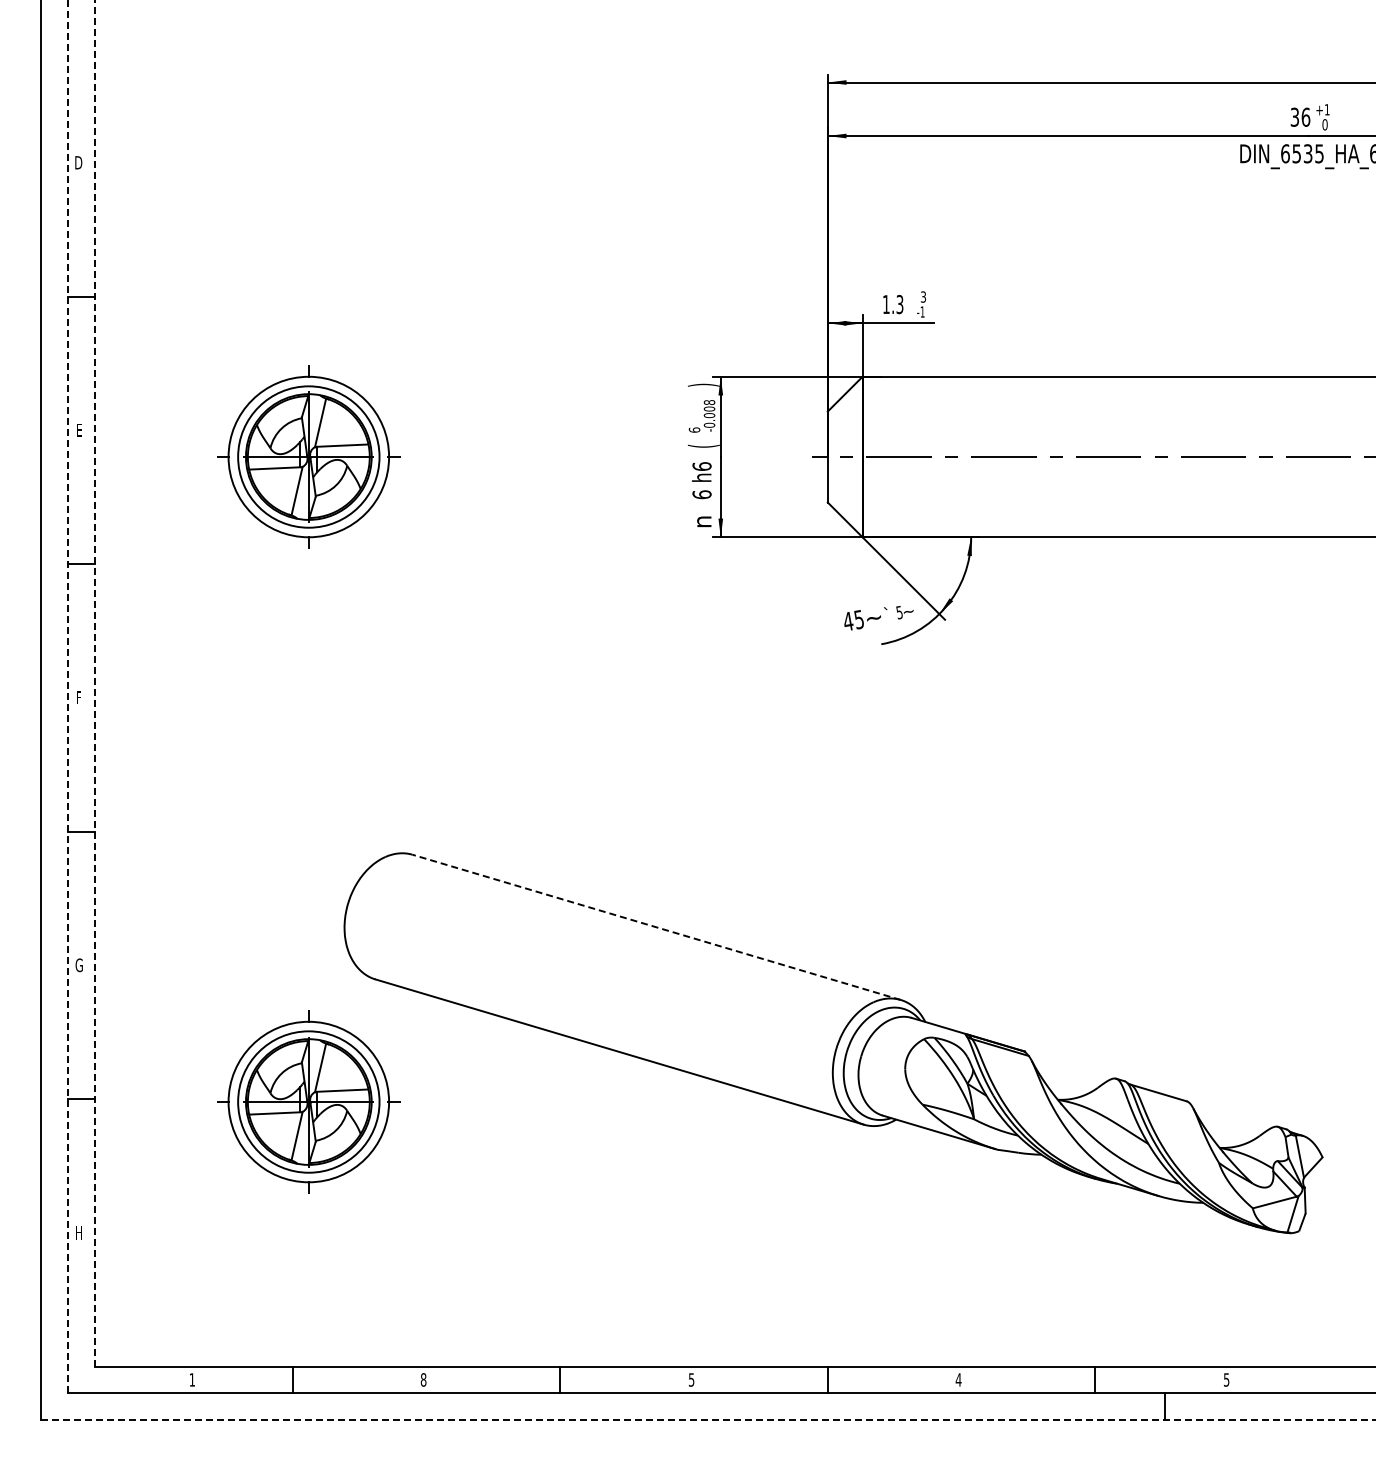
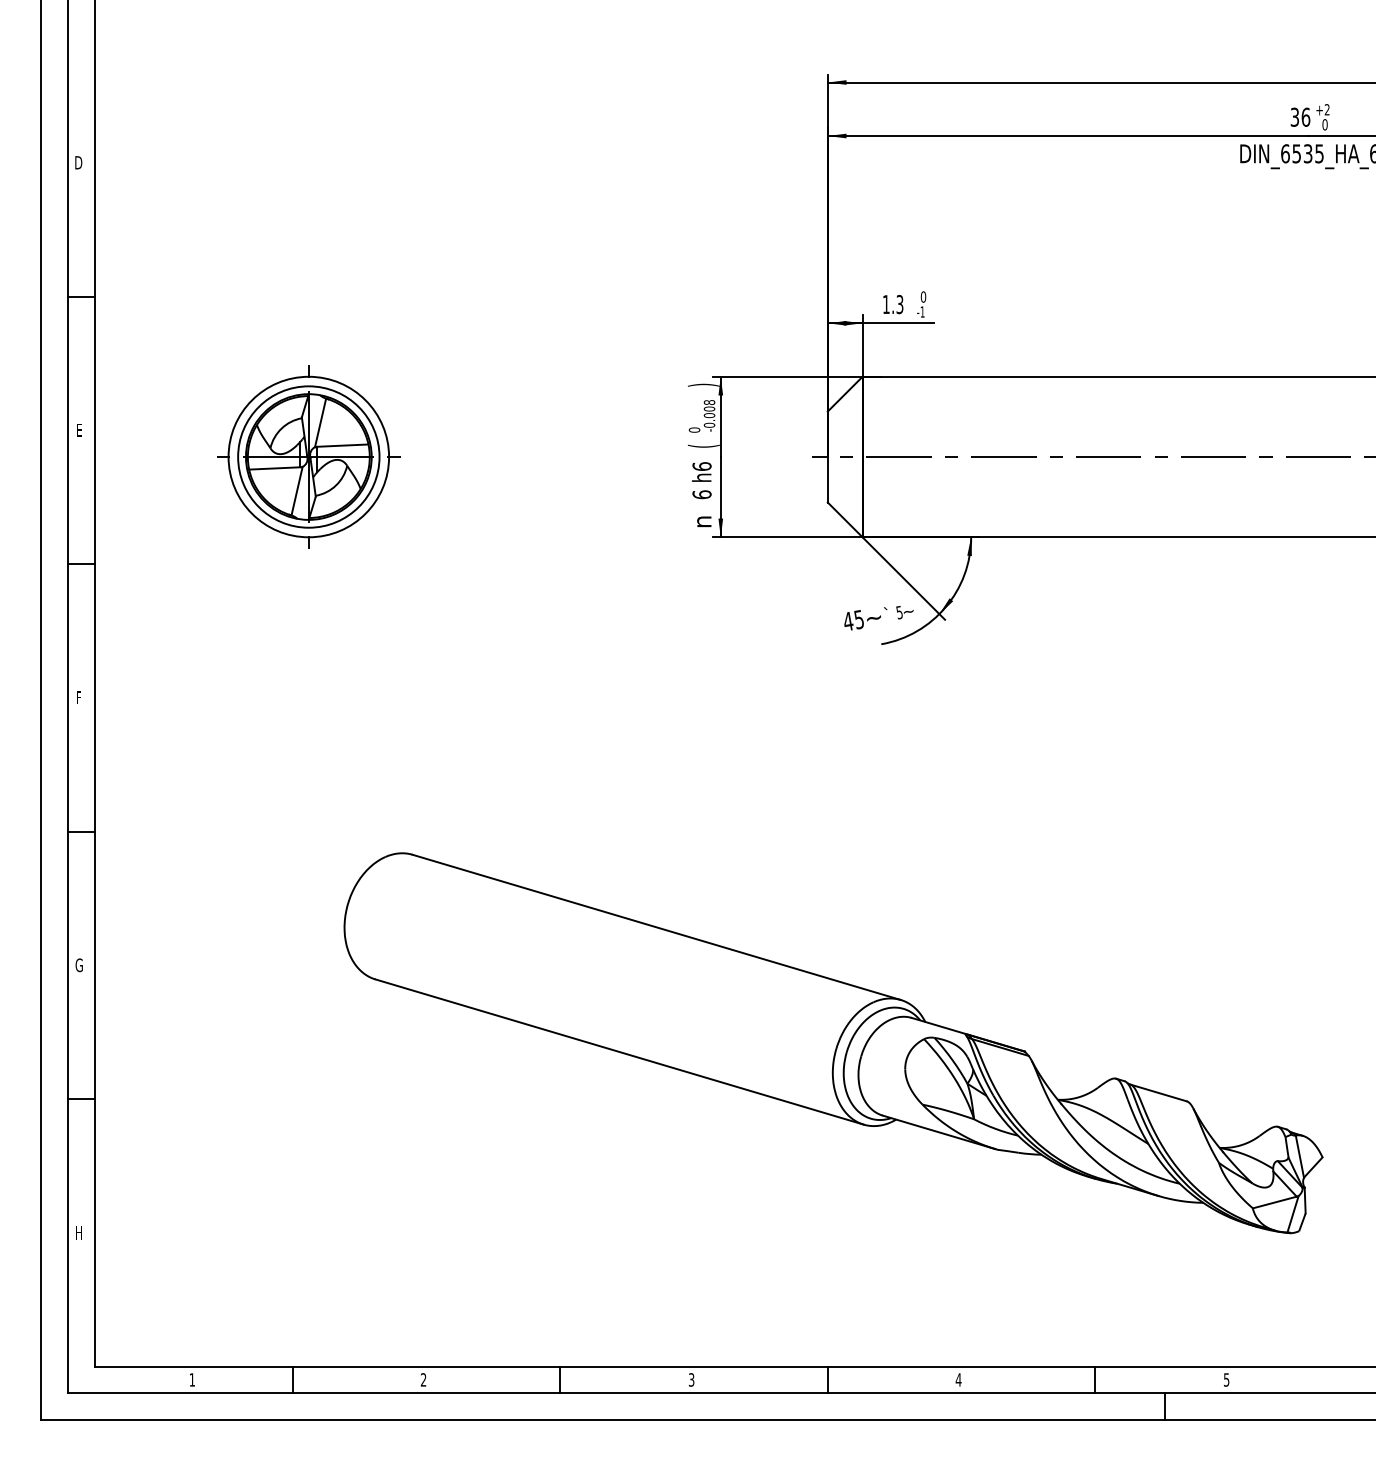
text at (1326, 109): +1 -> +2
text at (923, 296): 3 -> 0
text at (693, 429): 6 -> 0
line at (94, 682): dashed -> solid
line at (68, 696): dashed -> solid
line at (656, 927): dashed -> solid
part at (308, 1101): present -> none
text at (423, 1379): 8 -> 2
text at (691, 1379): 5 -> 3
line at (708, 1420): dashed -> solid
